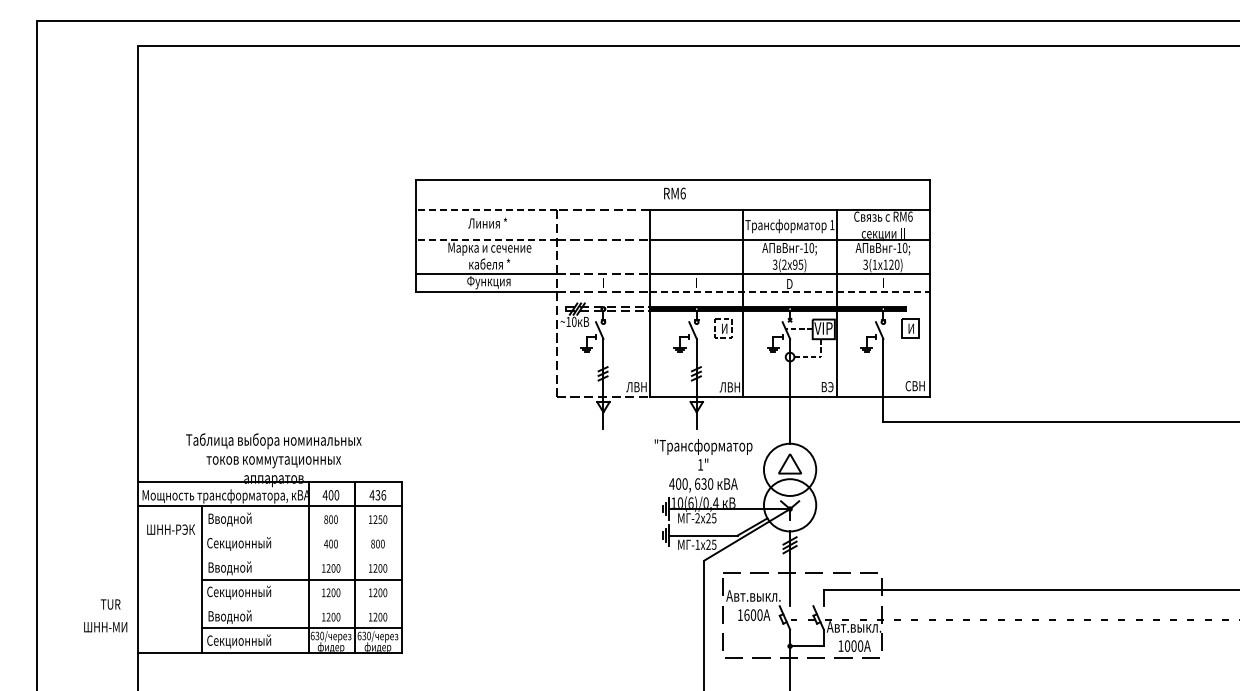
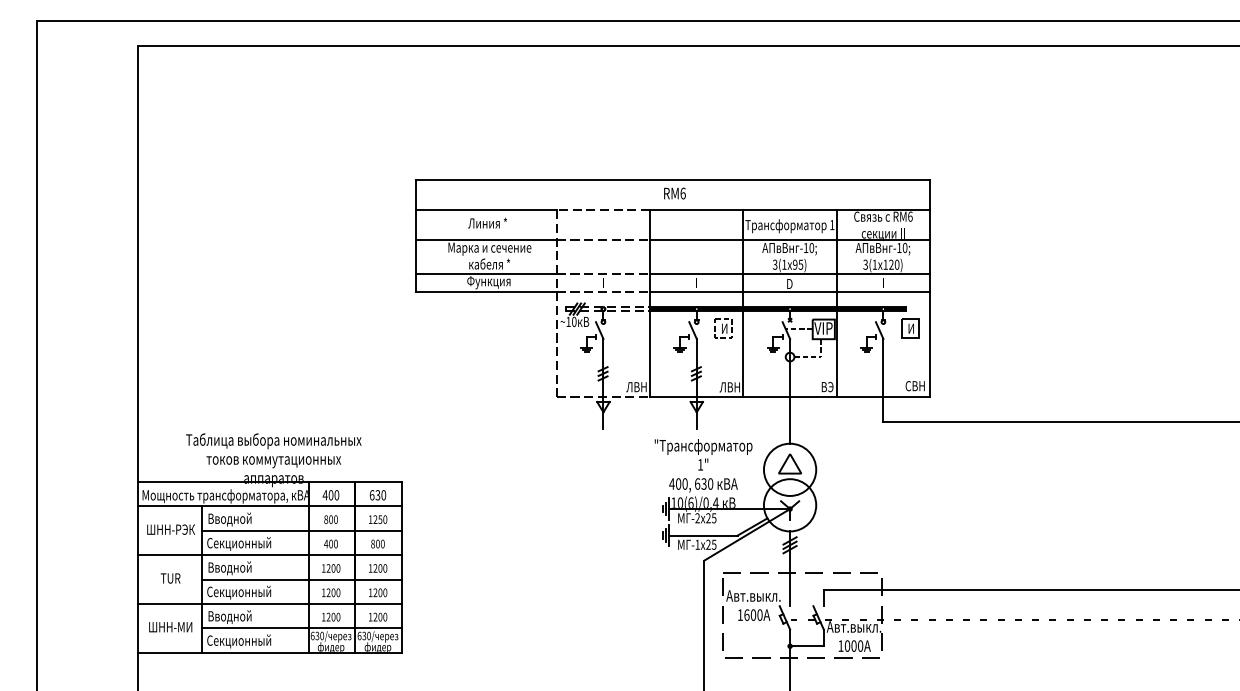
line at (486, 210): dashed -> solid
line at (486, 240): dashed -> solid
text at (784, 264): 3(2 -> 3(1
line at (790, 292): dashed -> solid
text at (377, 495): 436 -> 630
line at (302, 530): none -> present
line at (269, 555): none -> present
line at (269, 603): none -> present
text at (110, 604) position: (110, 604) -> (170, 578)
text at (105, 627) position: (105, 627) -> (170, 627)
